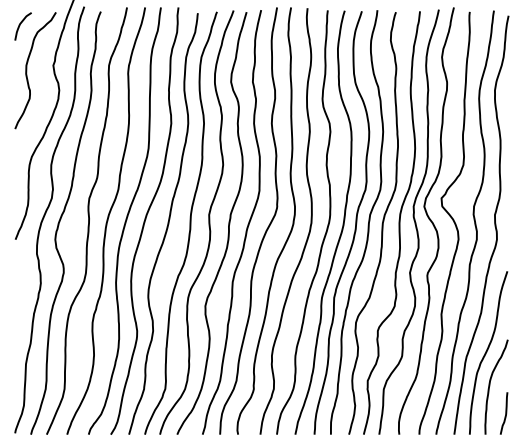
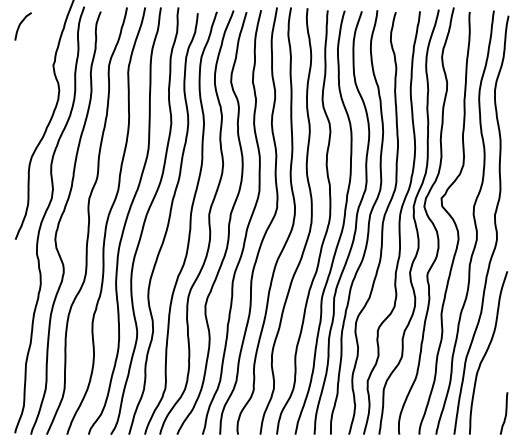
curve at (27, 70): present -> none
curve at (490, 386): present -> none
